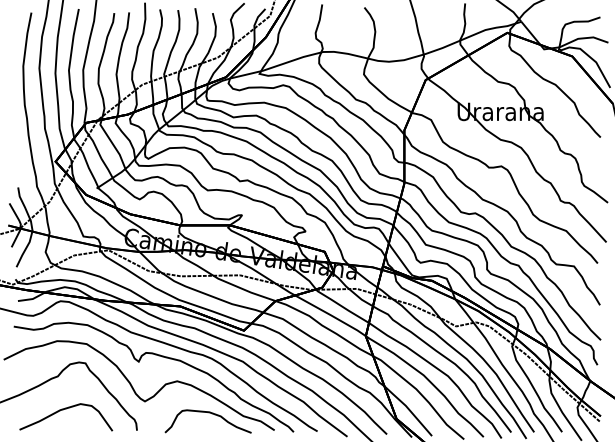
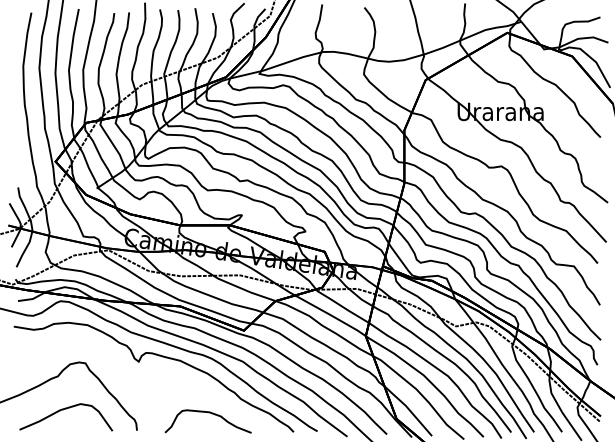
curve at (133, 387): present -> none
